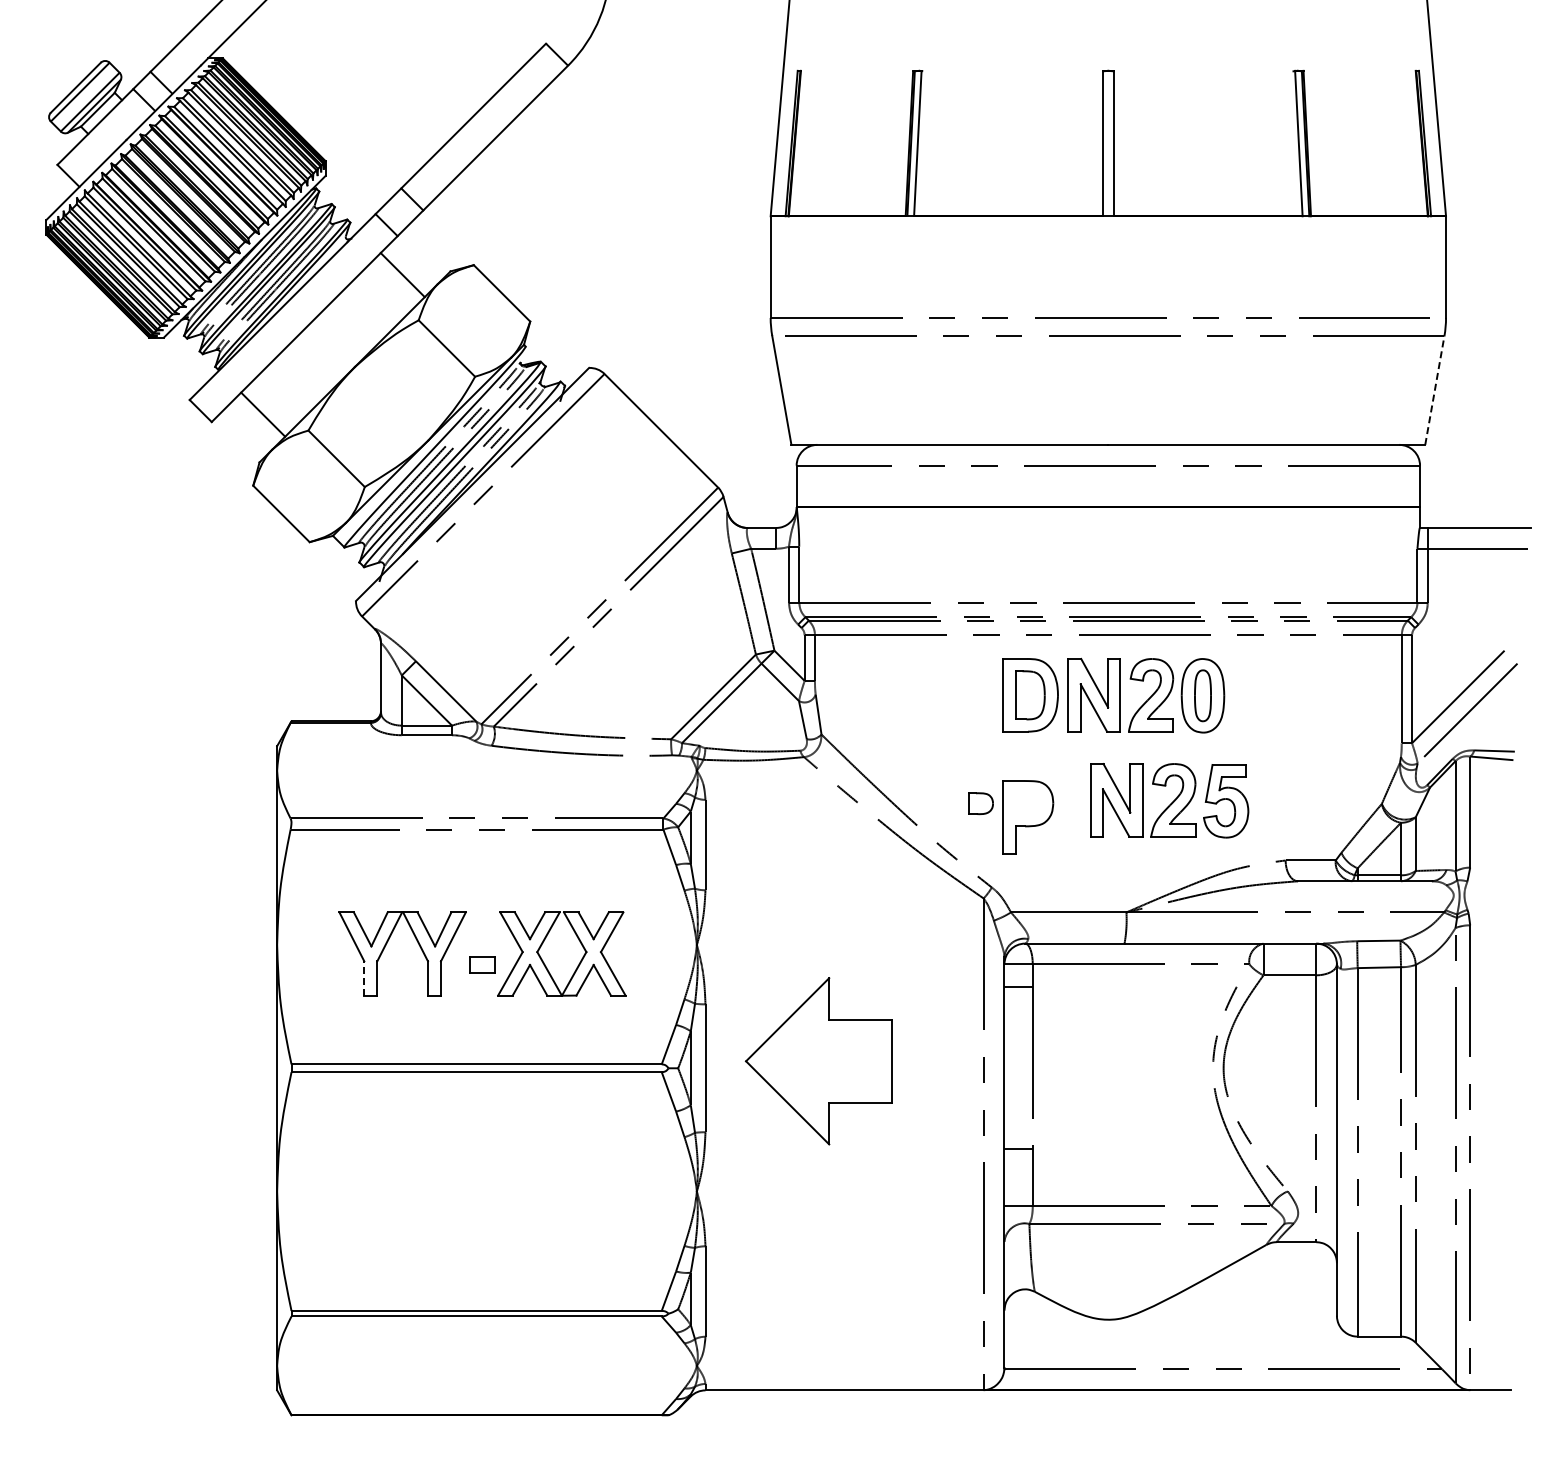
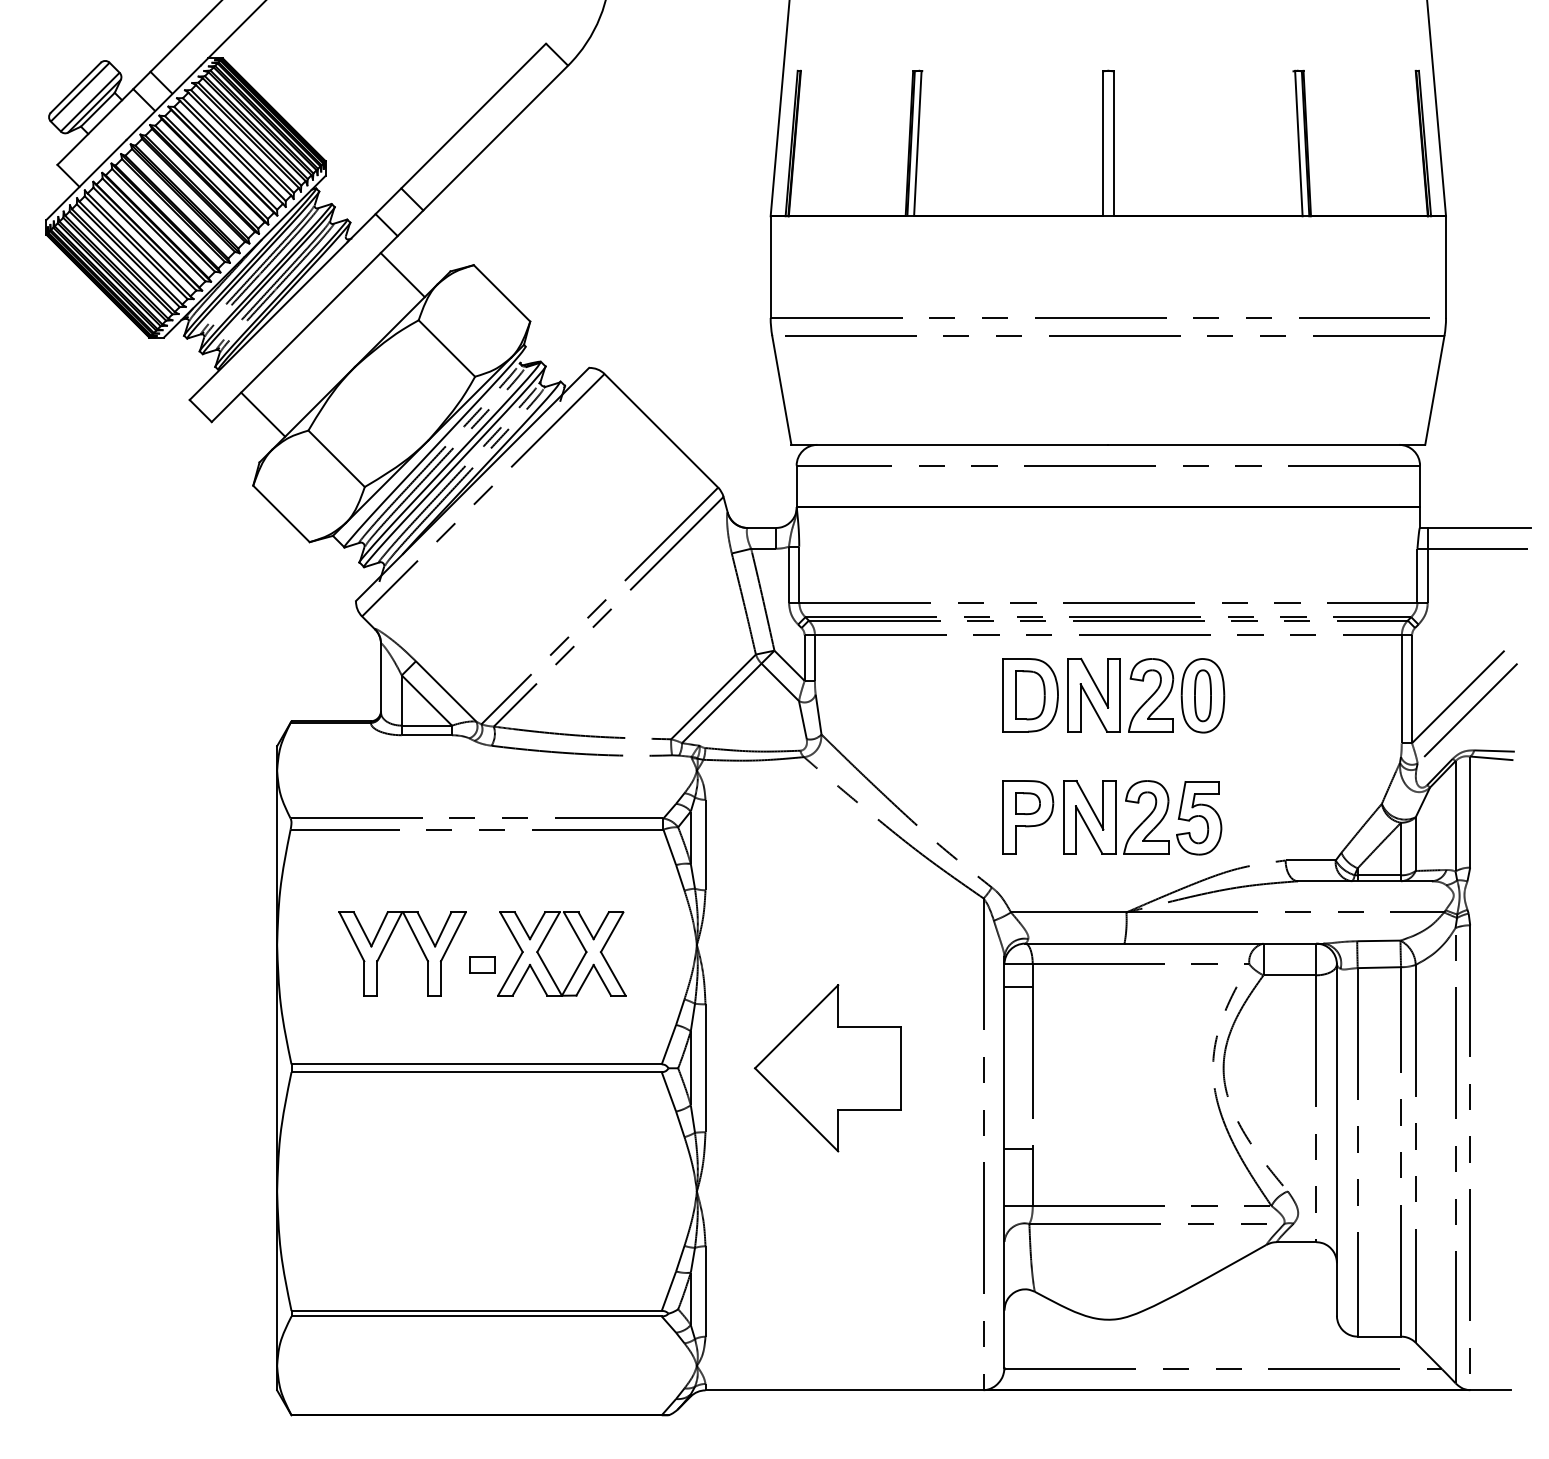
line at (1434, 389): dashed -> solid
part at (1169, 800) position: (1169, 800) -> (1142, 817)
part at (980, 803) position: (980, 803) -> (1027, 803)
line at (364, 977): dashed -> solid
part at (818, 1061) position: (818, 1061) -> (827, 1068)
